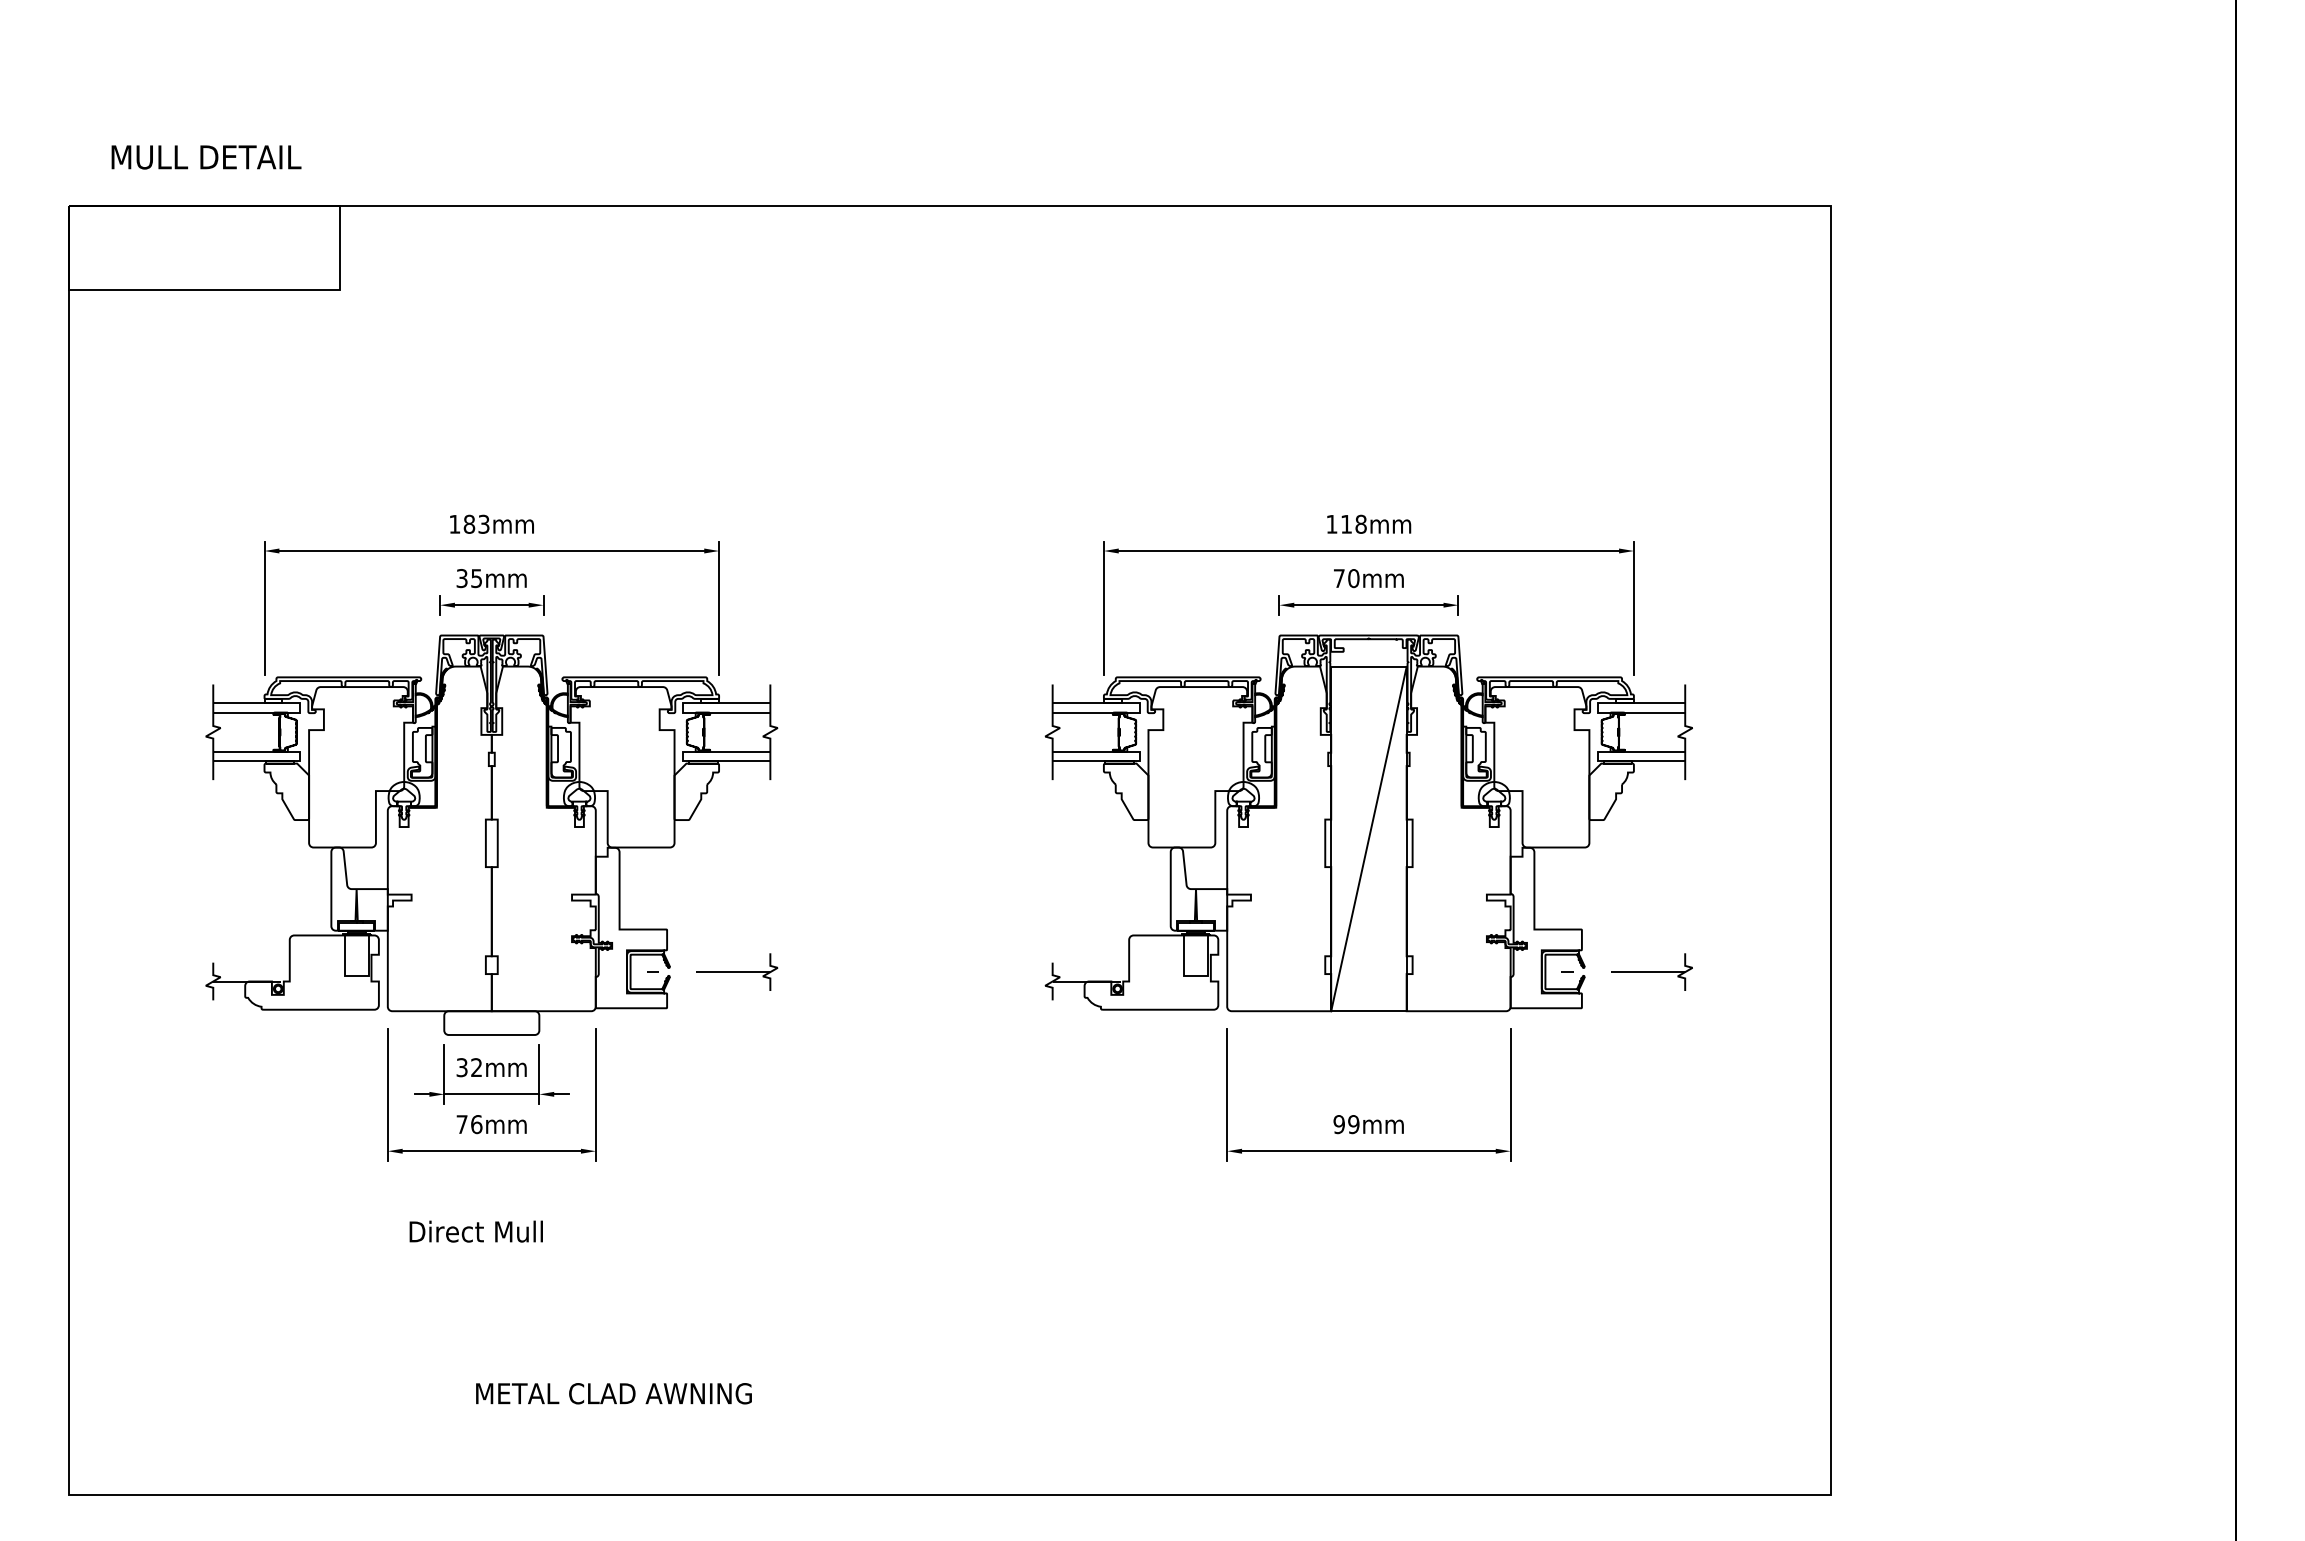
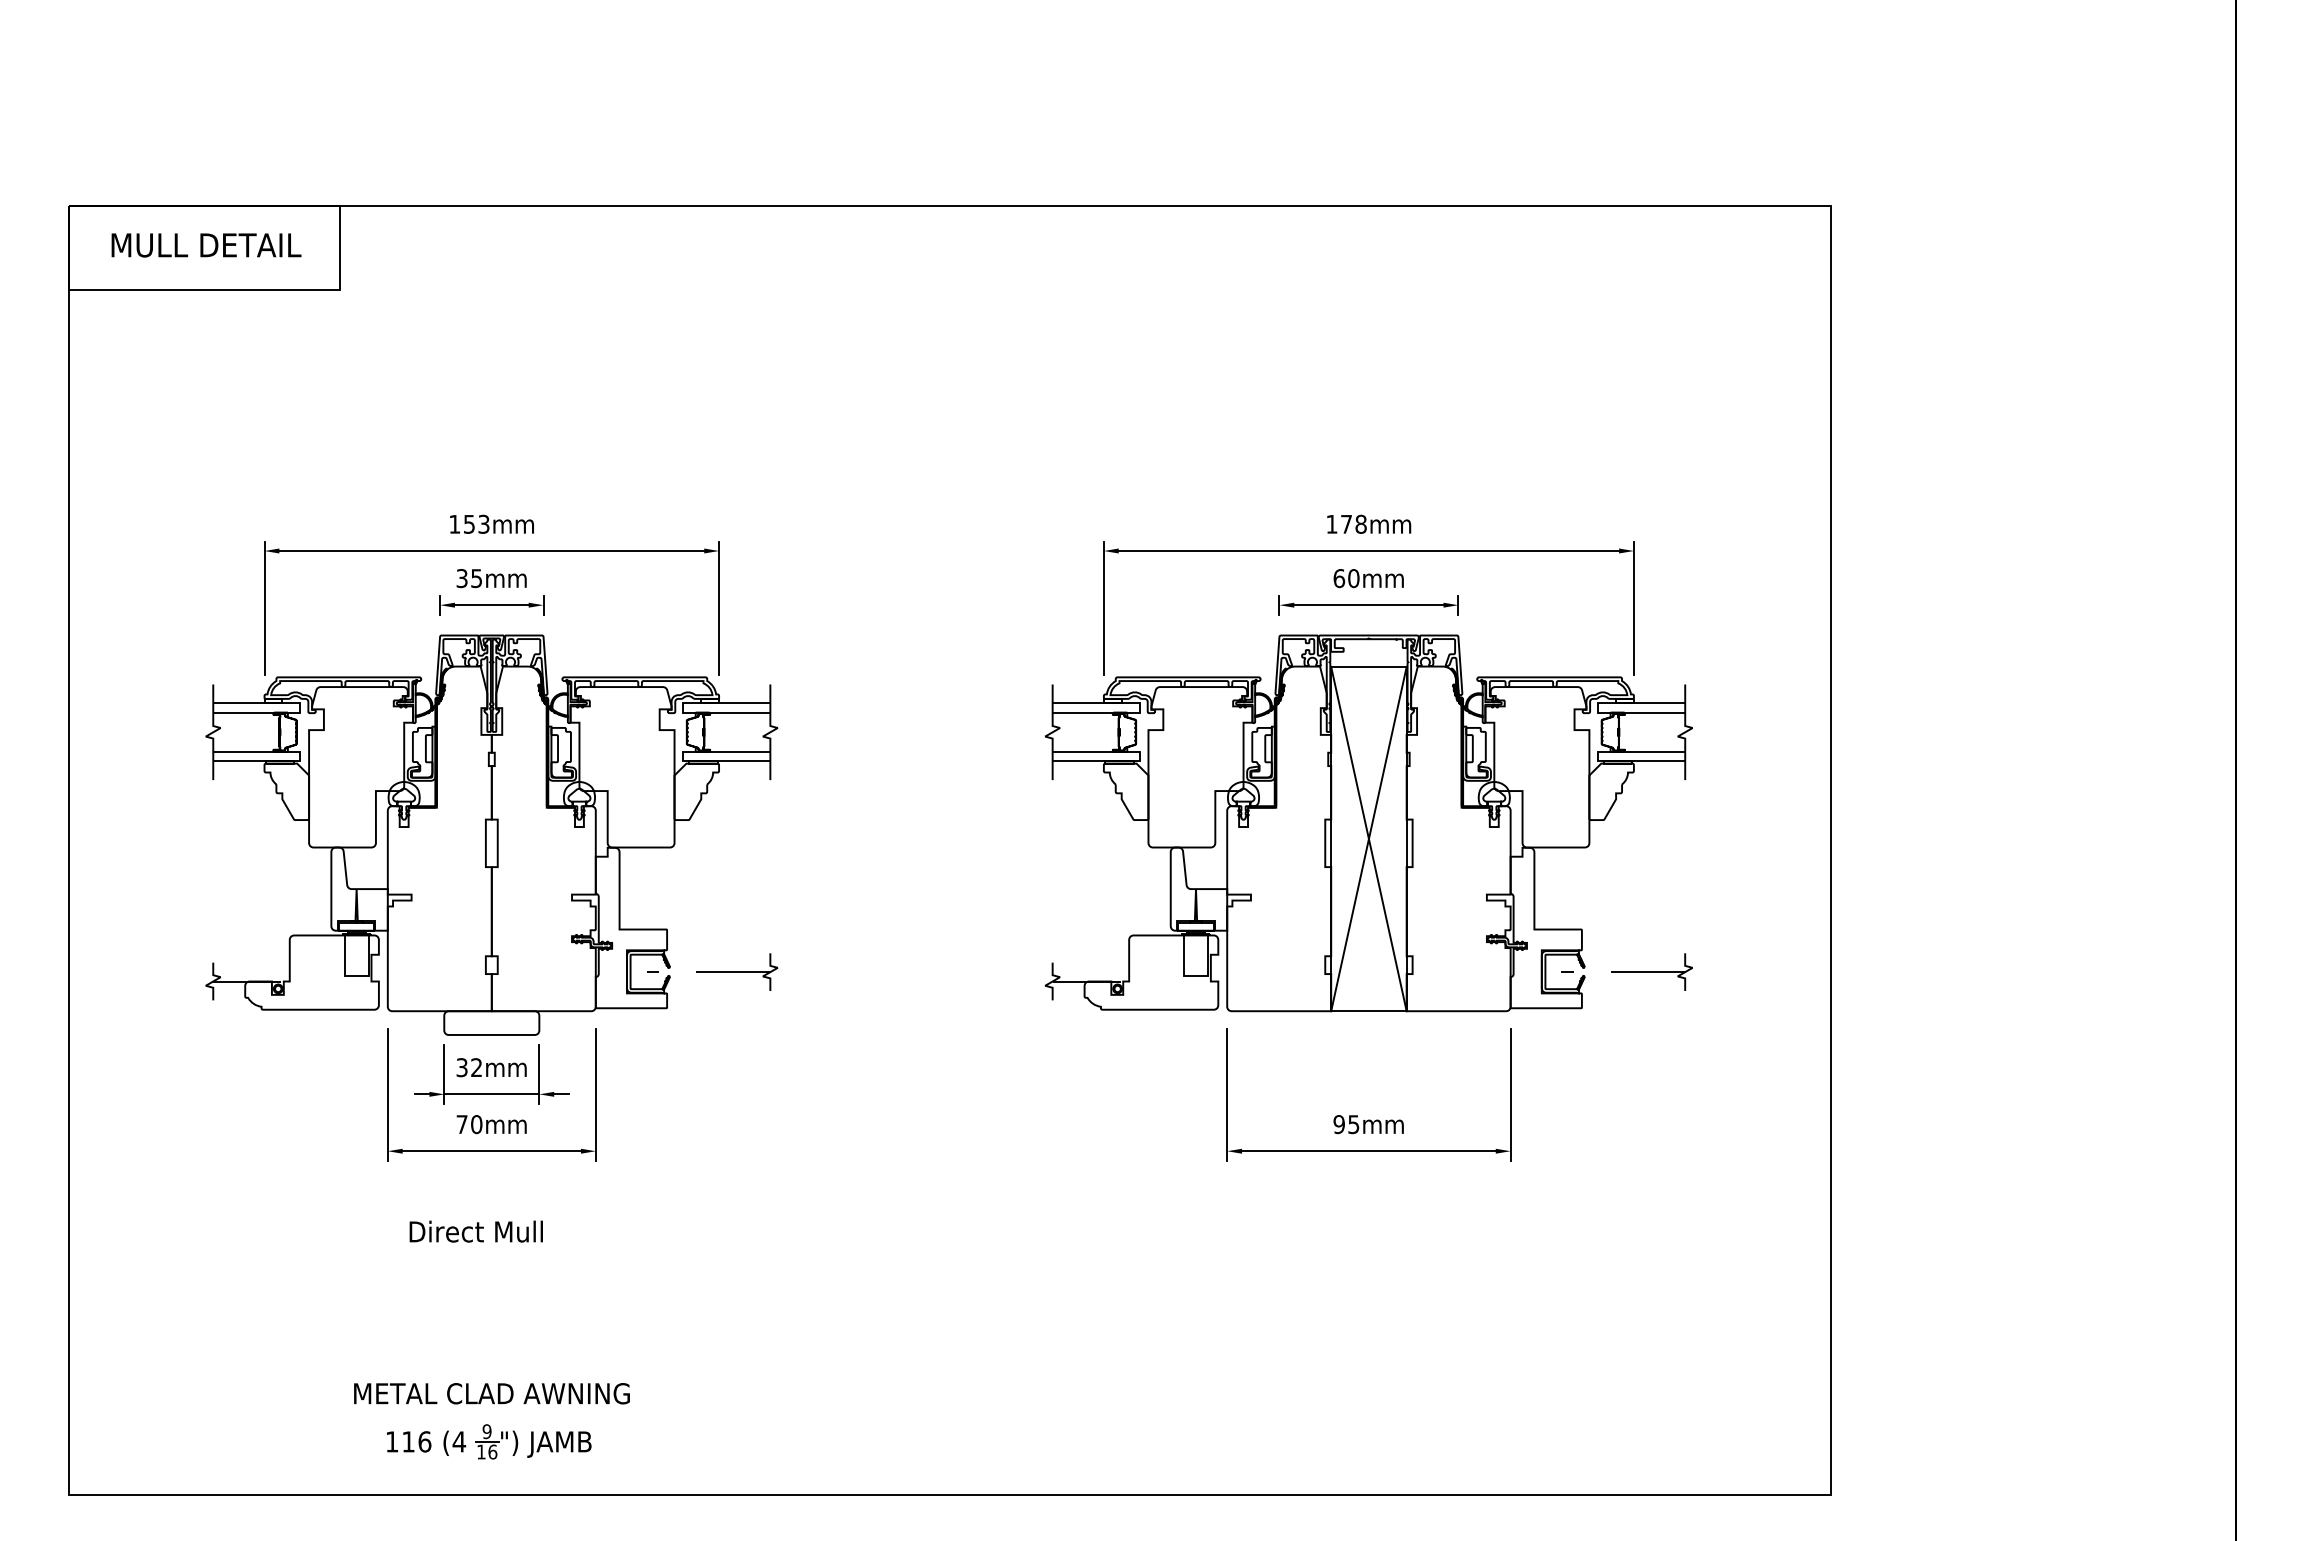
text at (206, 157) position: (206, 157) -> (206, 245)
text at (469, 523): 183mm -> 153mm
text at (1346, 524): 118mm -> 178mm
text at (1339, 578): 70mm -> 60mm
line at (1368, 838): none -> present
text at (476, 1124): 76mm -> 70mm
text at (1353, 1124): 99mm -> 95mm
text at (613, 1393) position: (613, 1393) -> (491, 1393)
part at (489, 1441): none -> present
